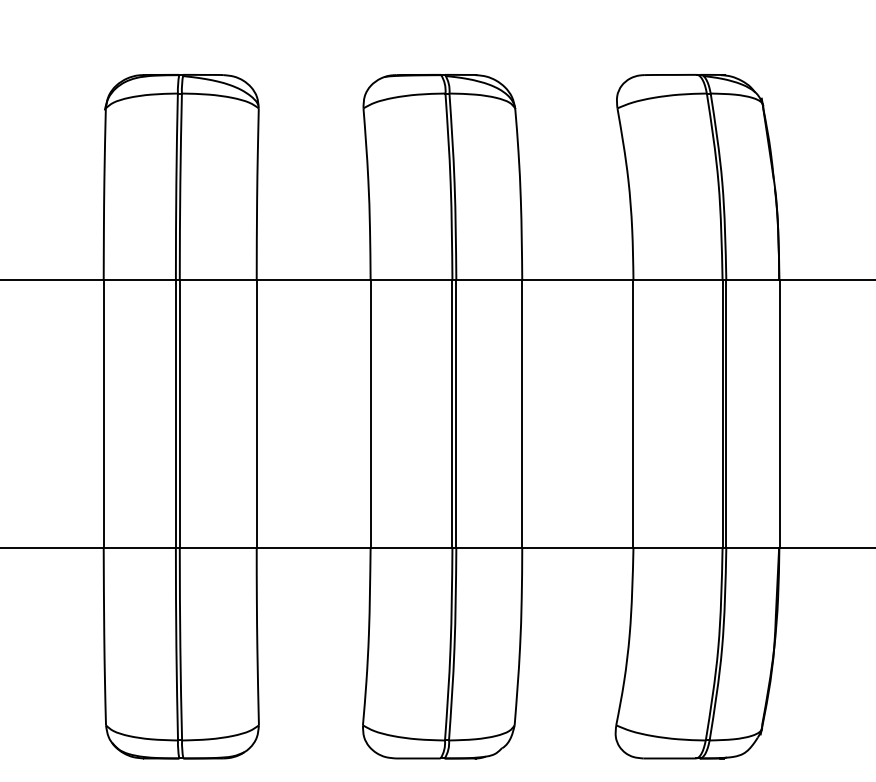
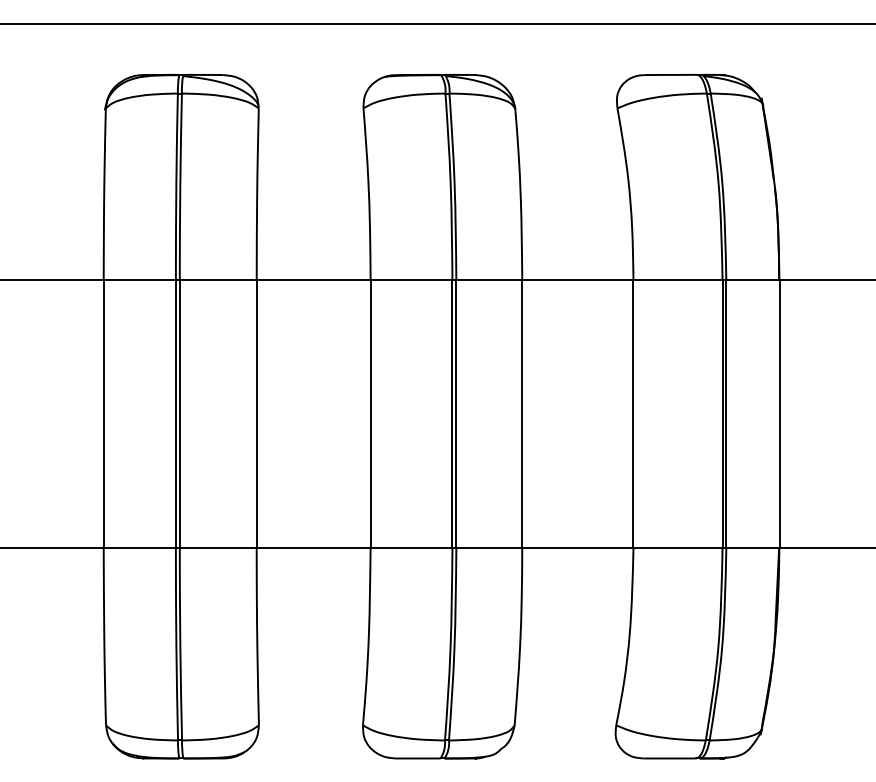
line at (437, 23): none -> present
